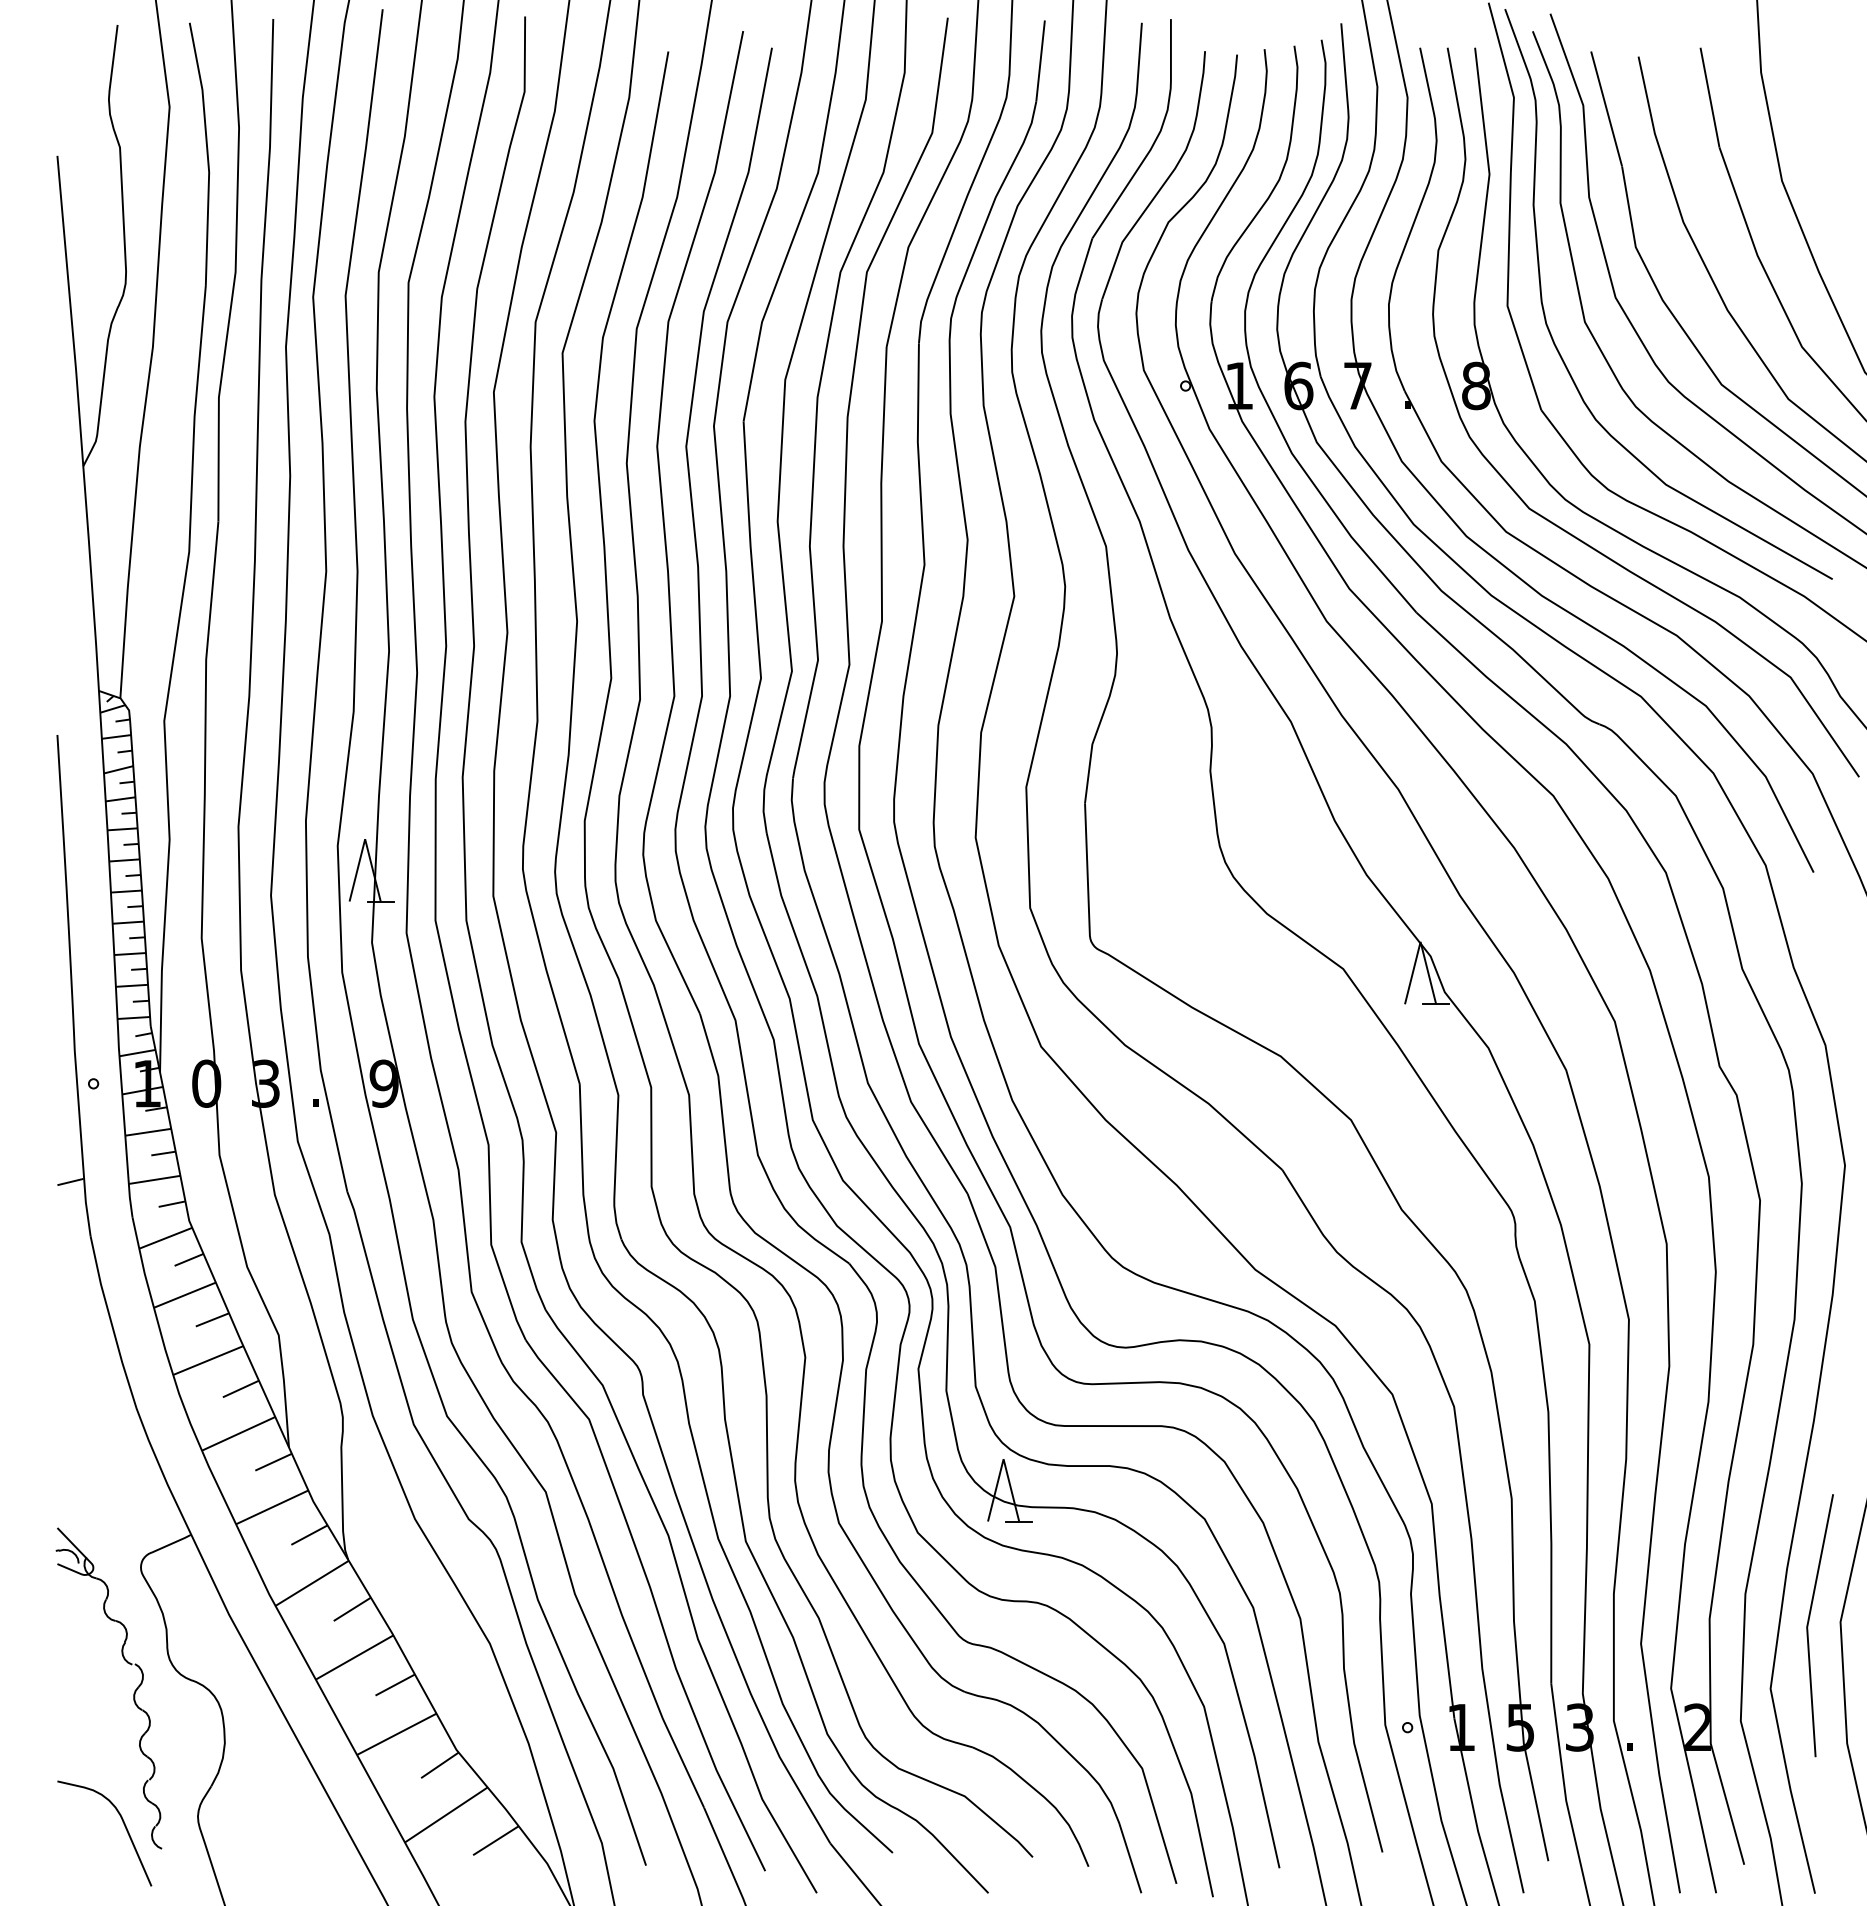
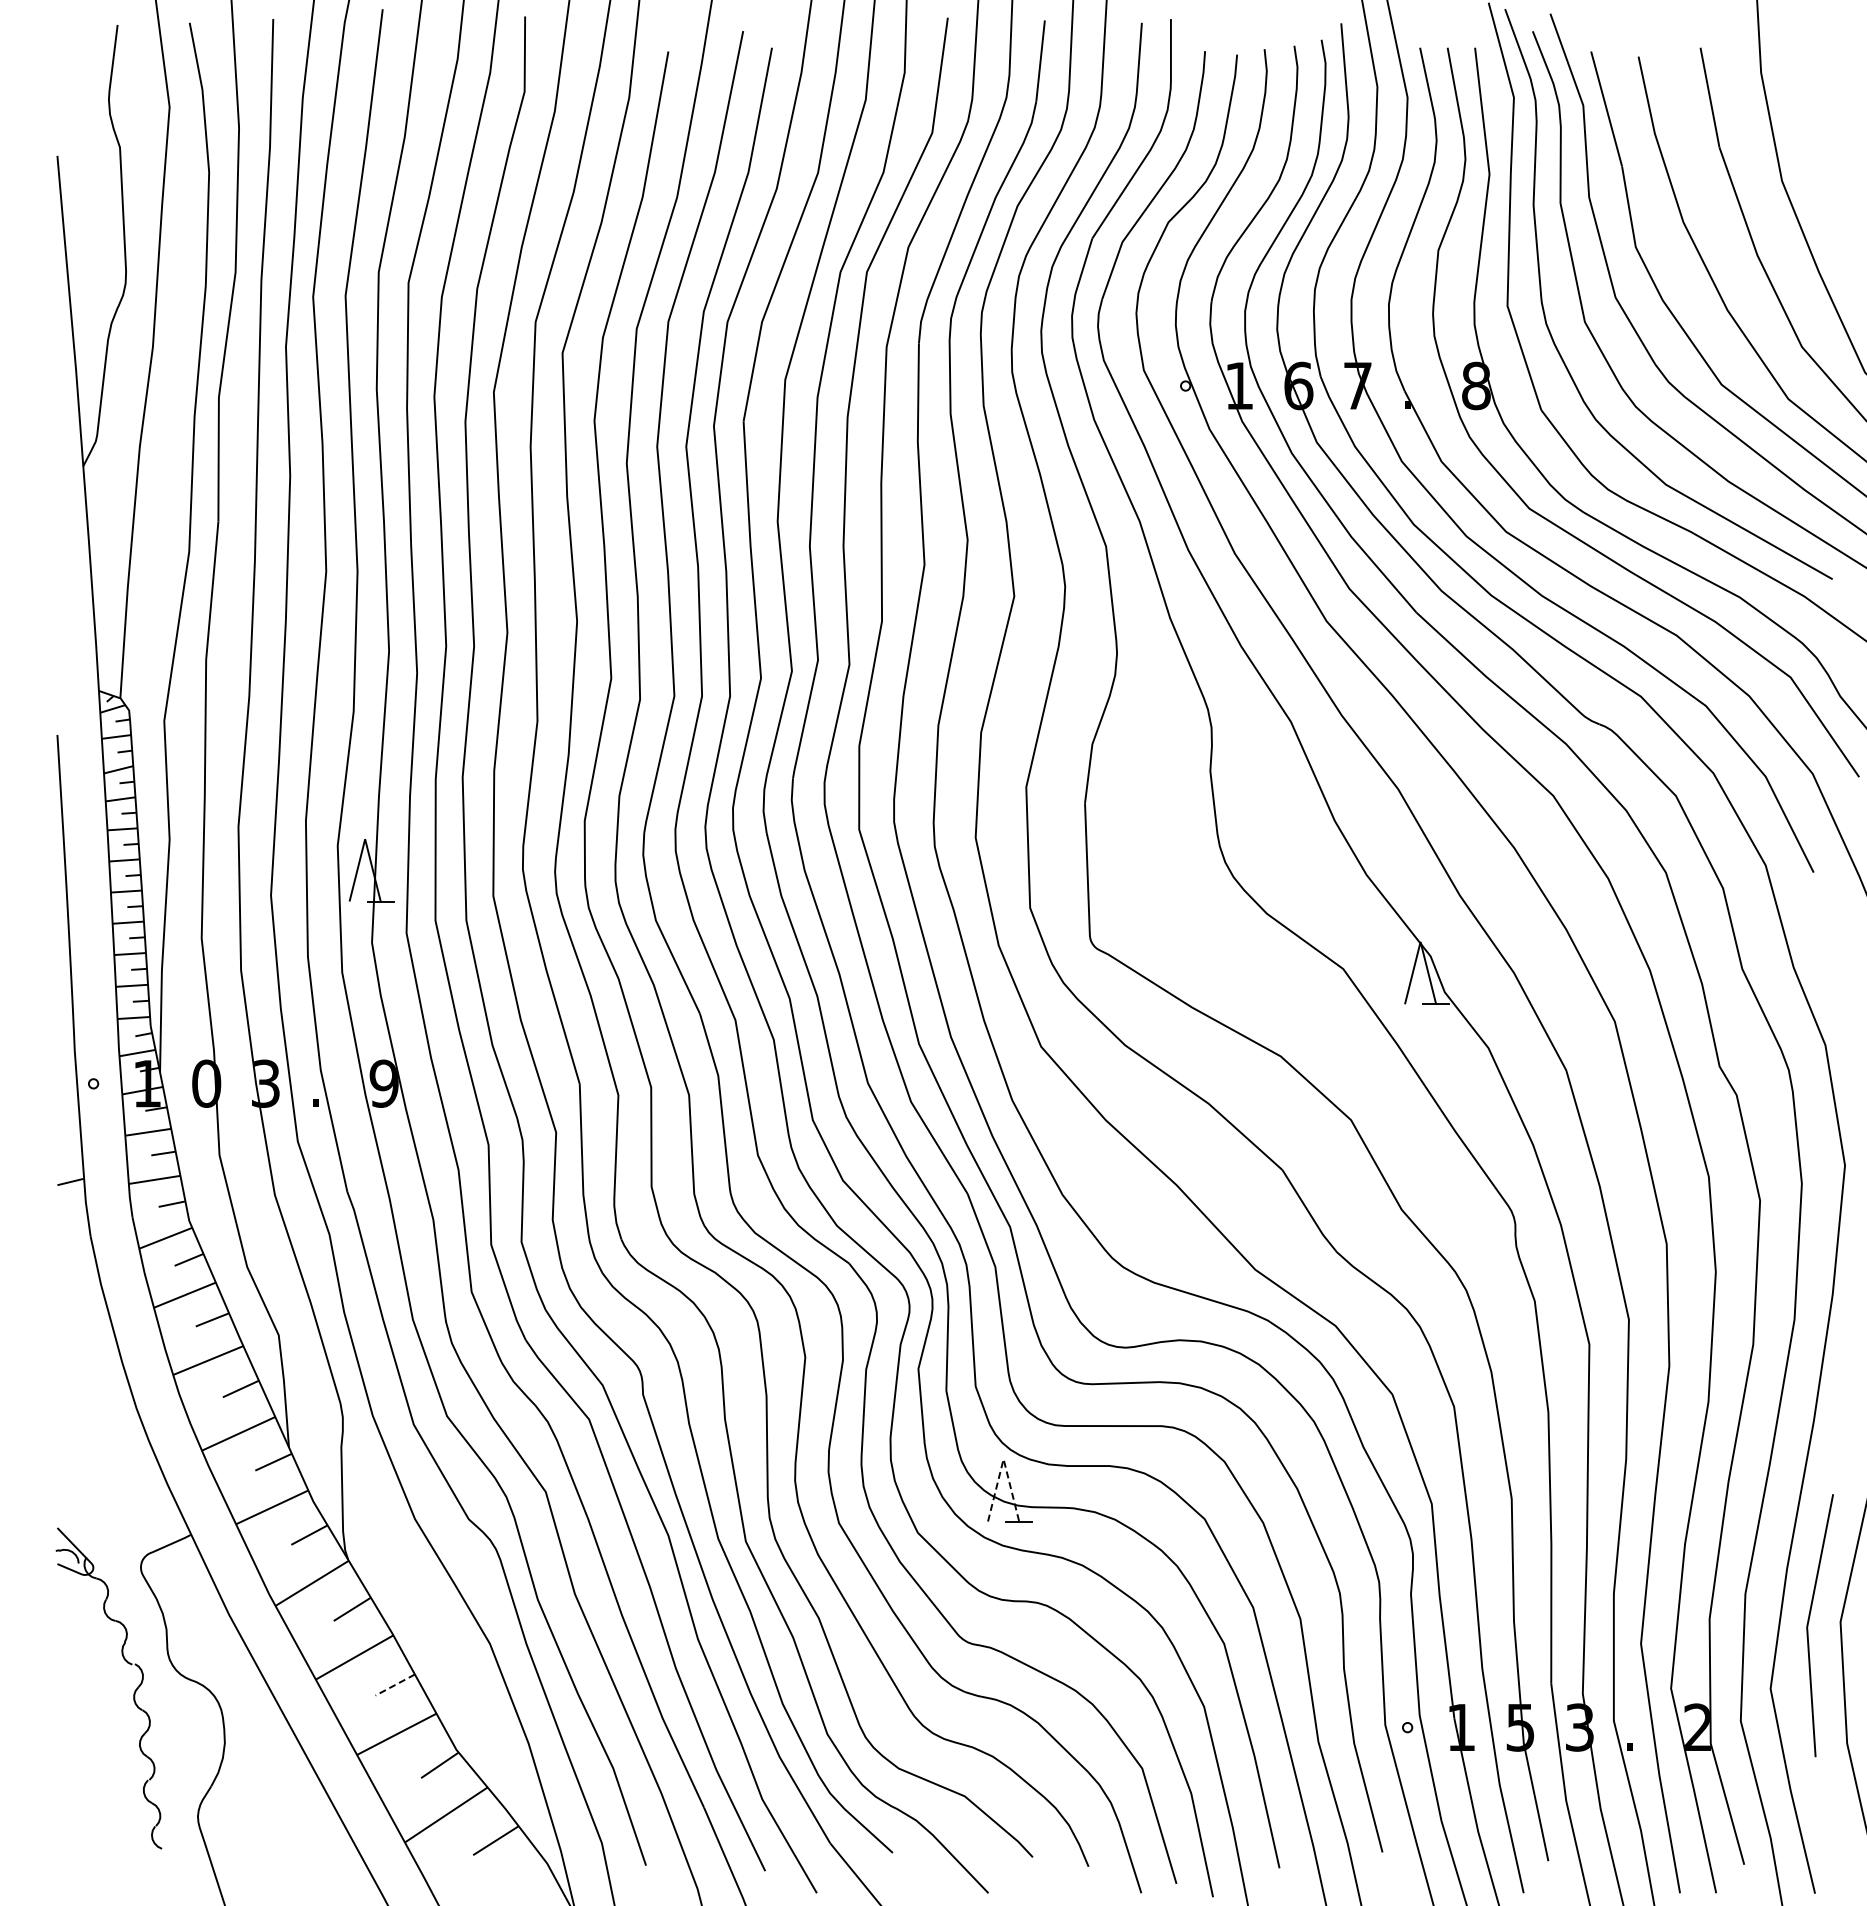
line at (1003, 1459): solid -> dashed
line at (394, 1685): solid -> dashed
curve at (123, 1824): present -> none
